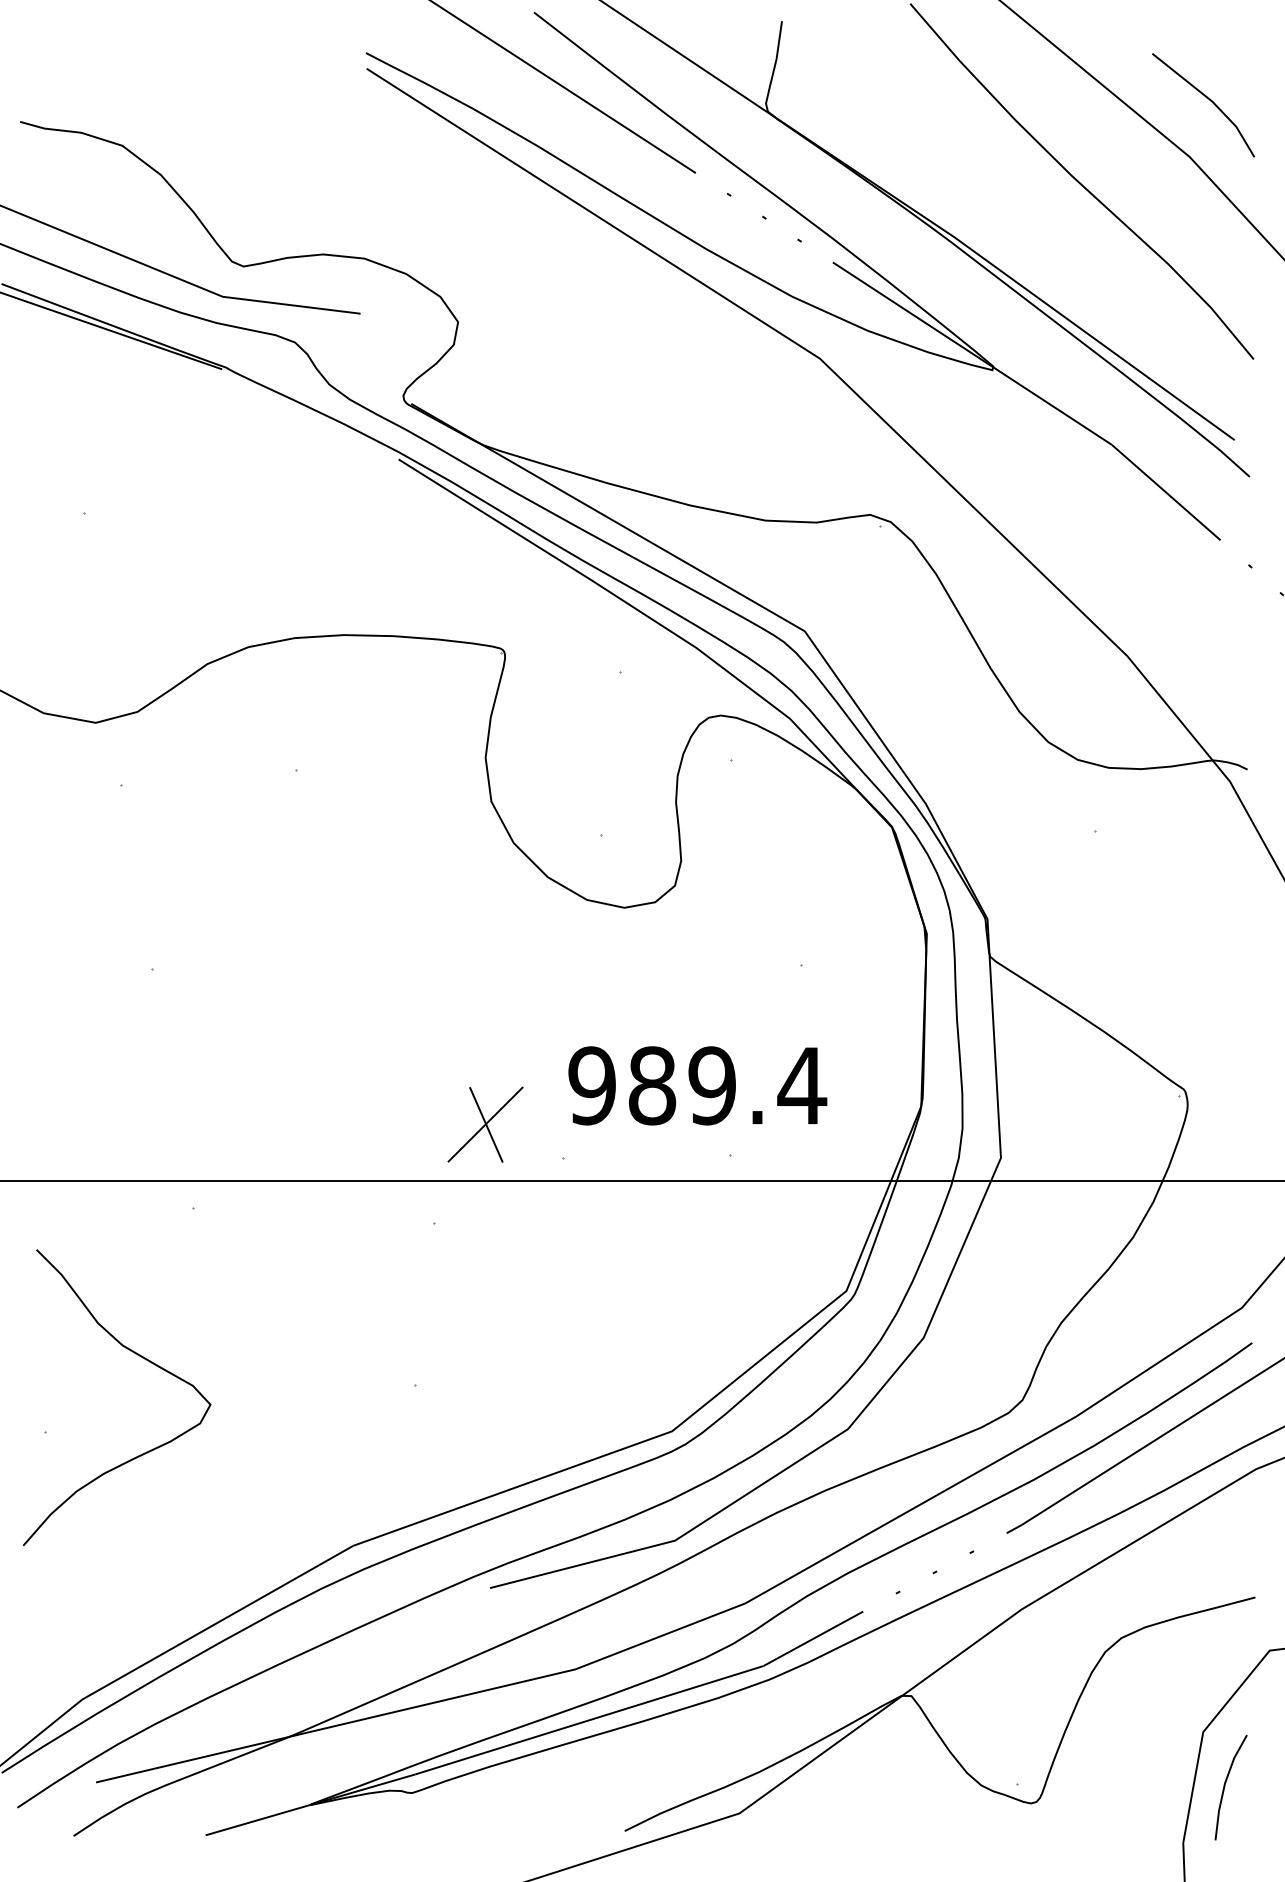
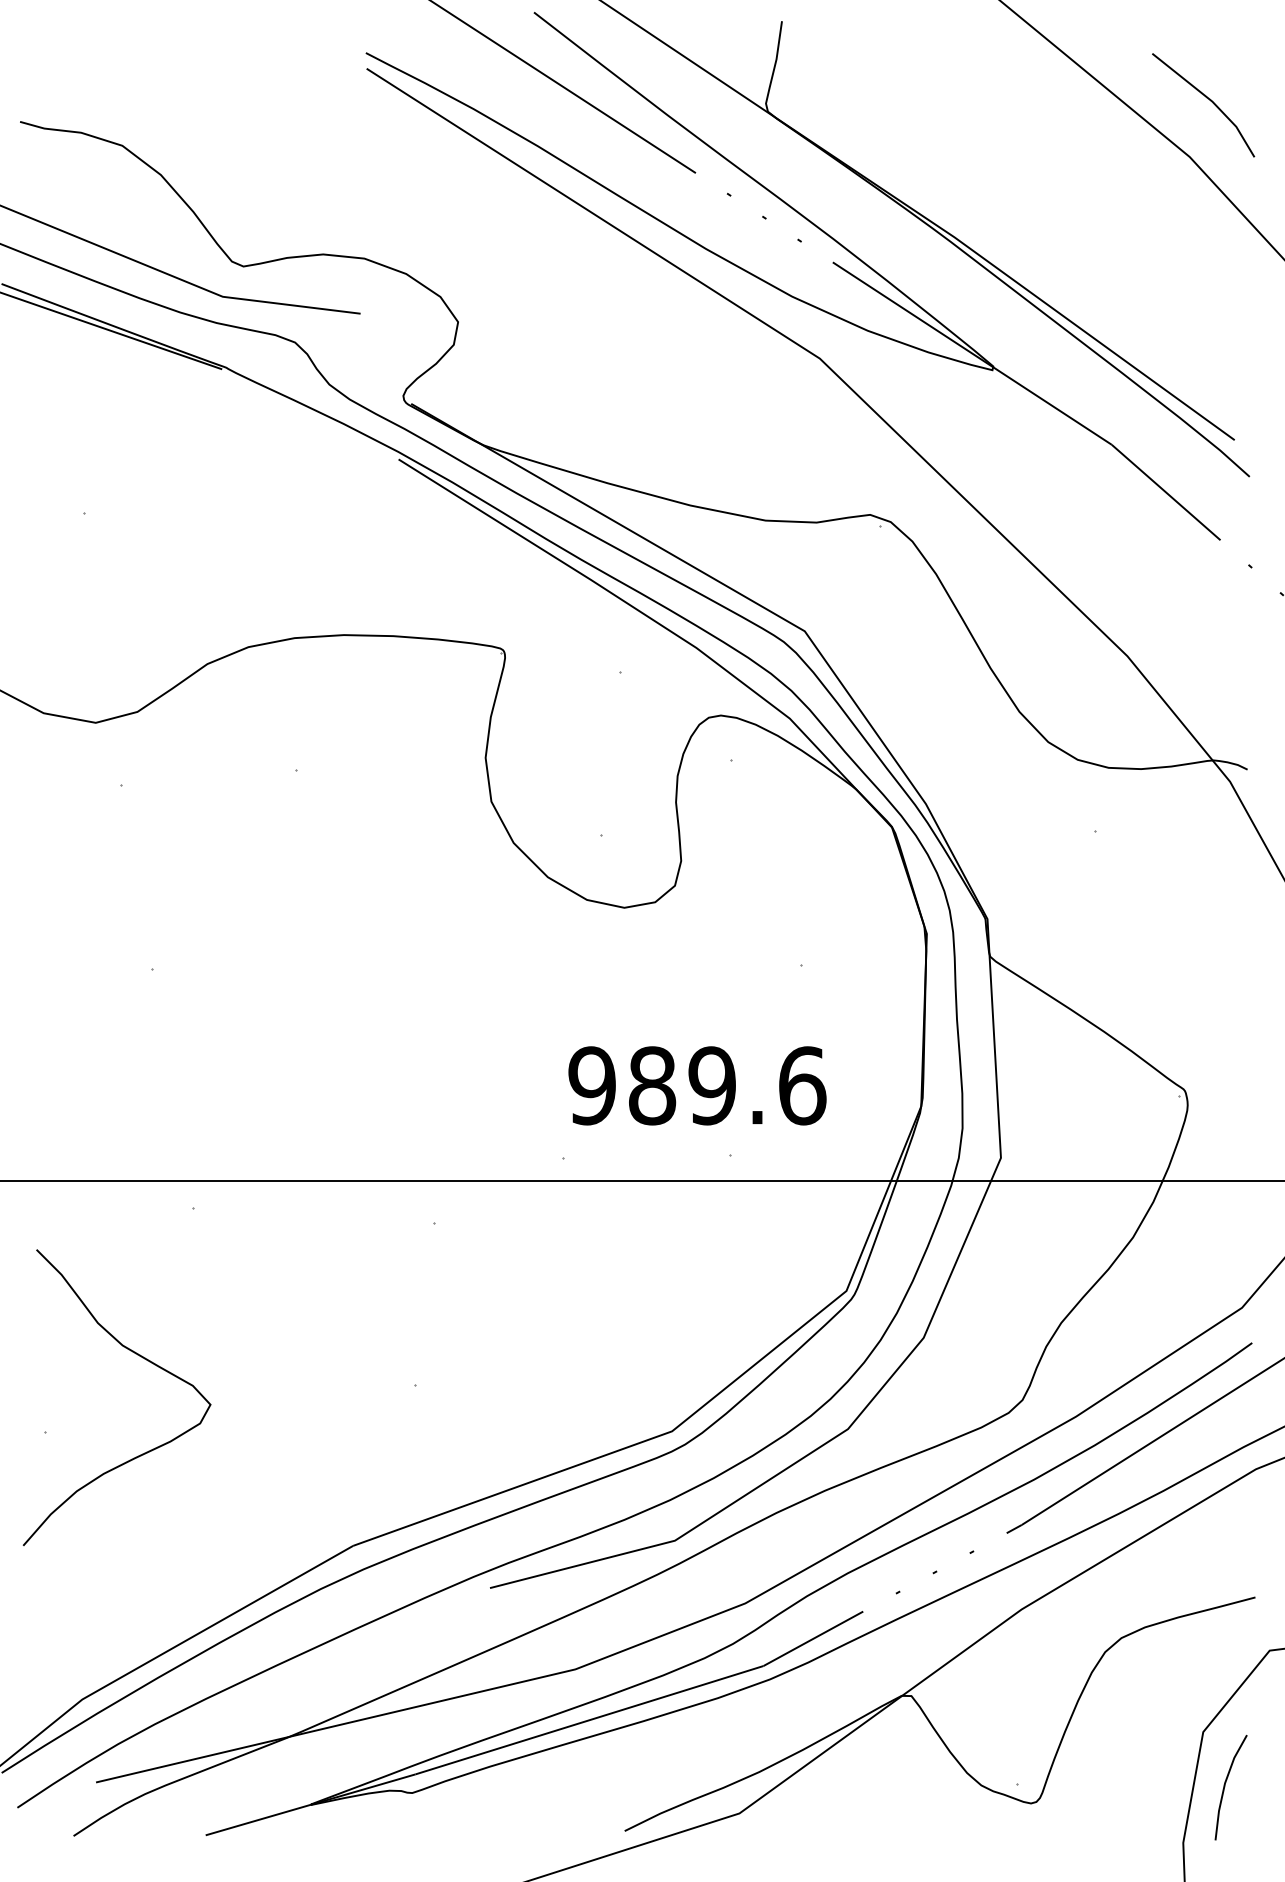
curve at (1080, 182): present -> none
text at (802, 1085): 989.4 -> 989.6
part at (485, 1124): present -> none
